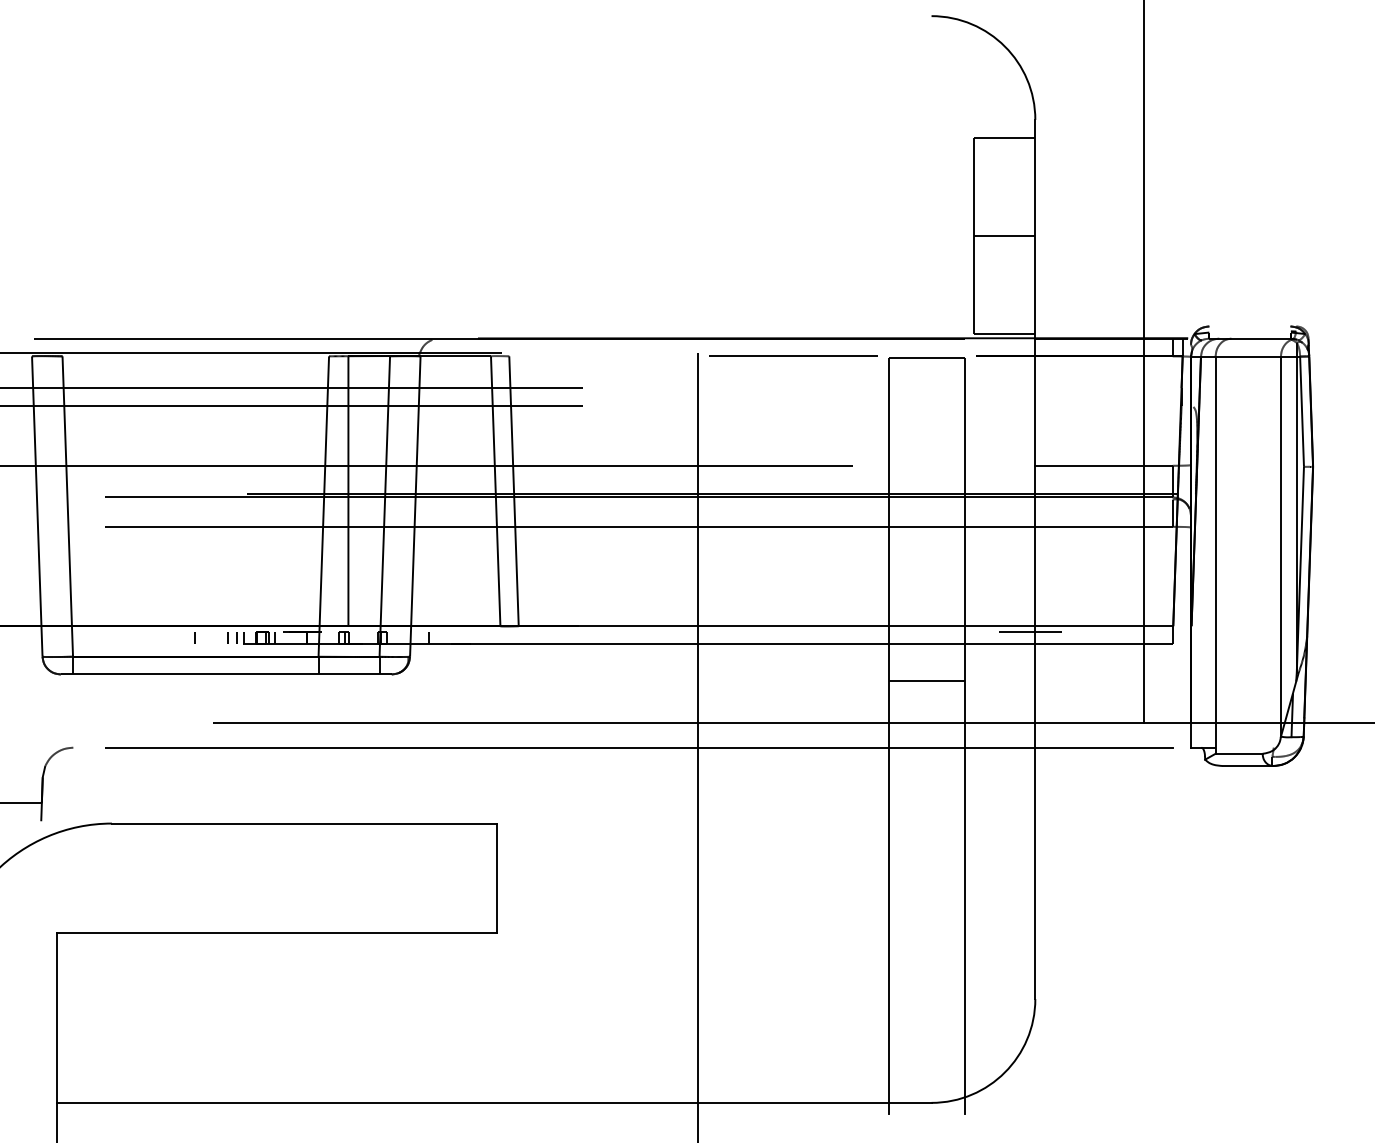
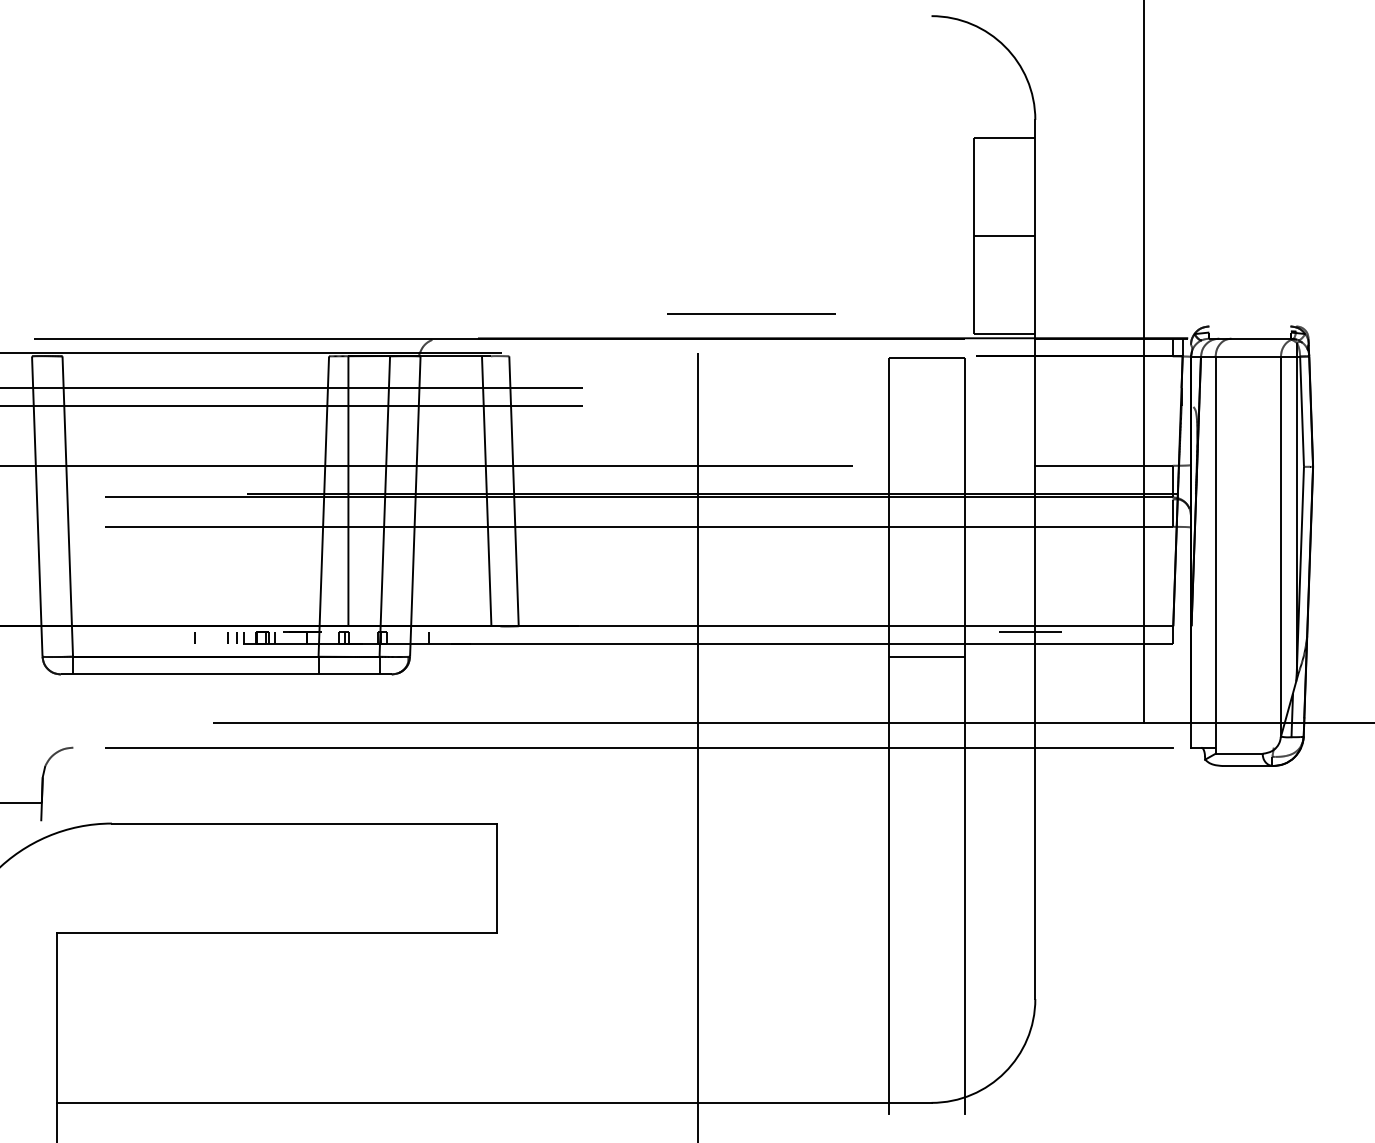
line at (793, 355) position: (793, 355) -> (751, 313)
line at (495, 491) position: (495, 491) -> (486, 491)
line at (926, 681) position: (926, 681) -> (926, 657)
